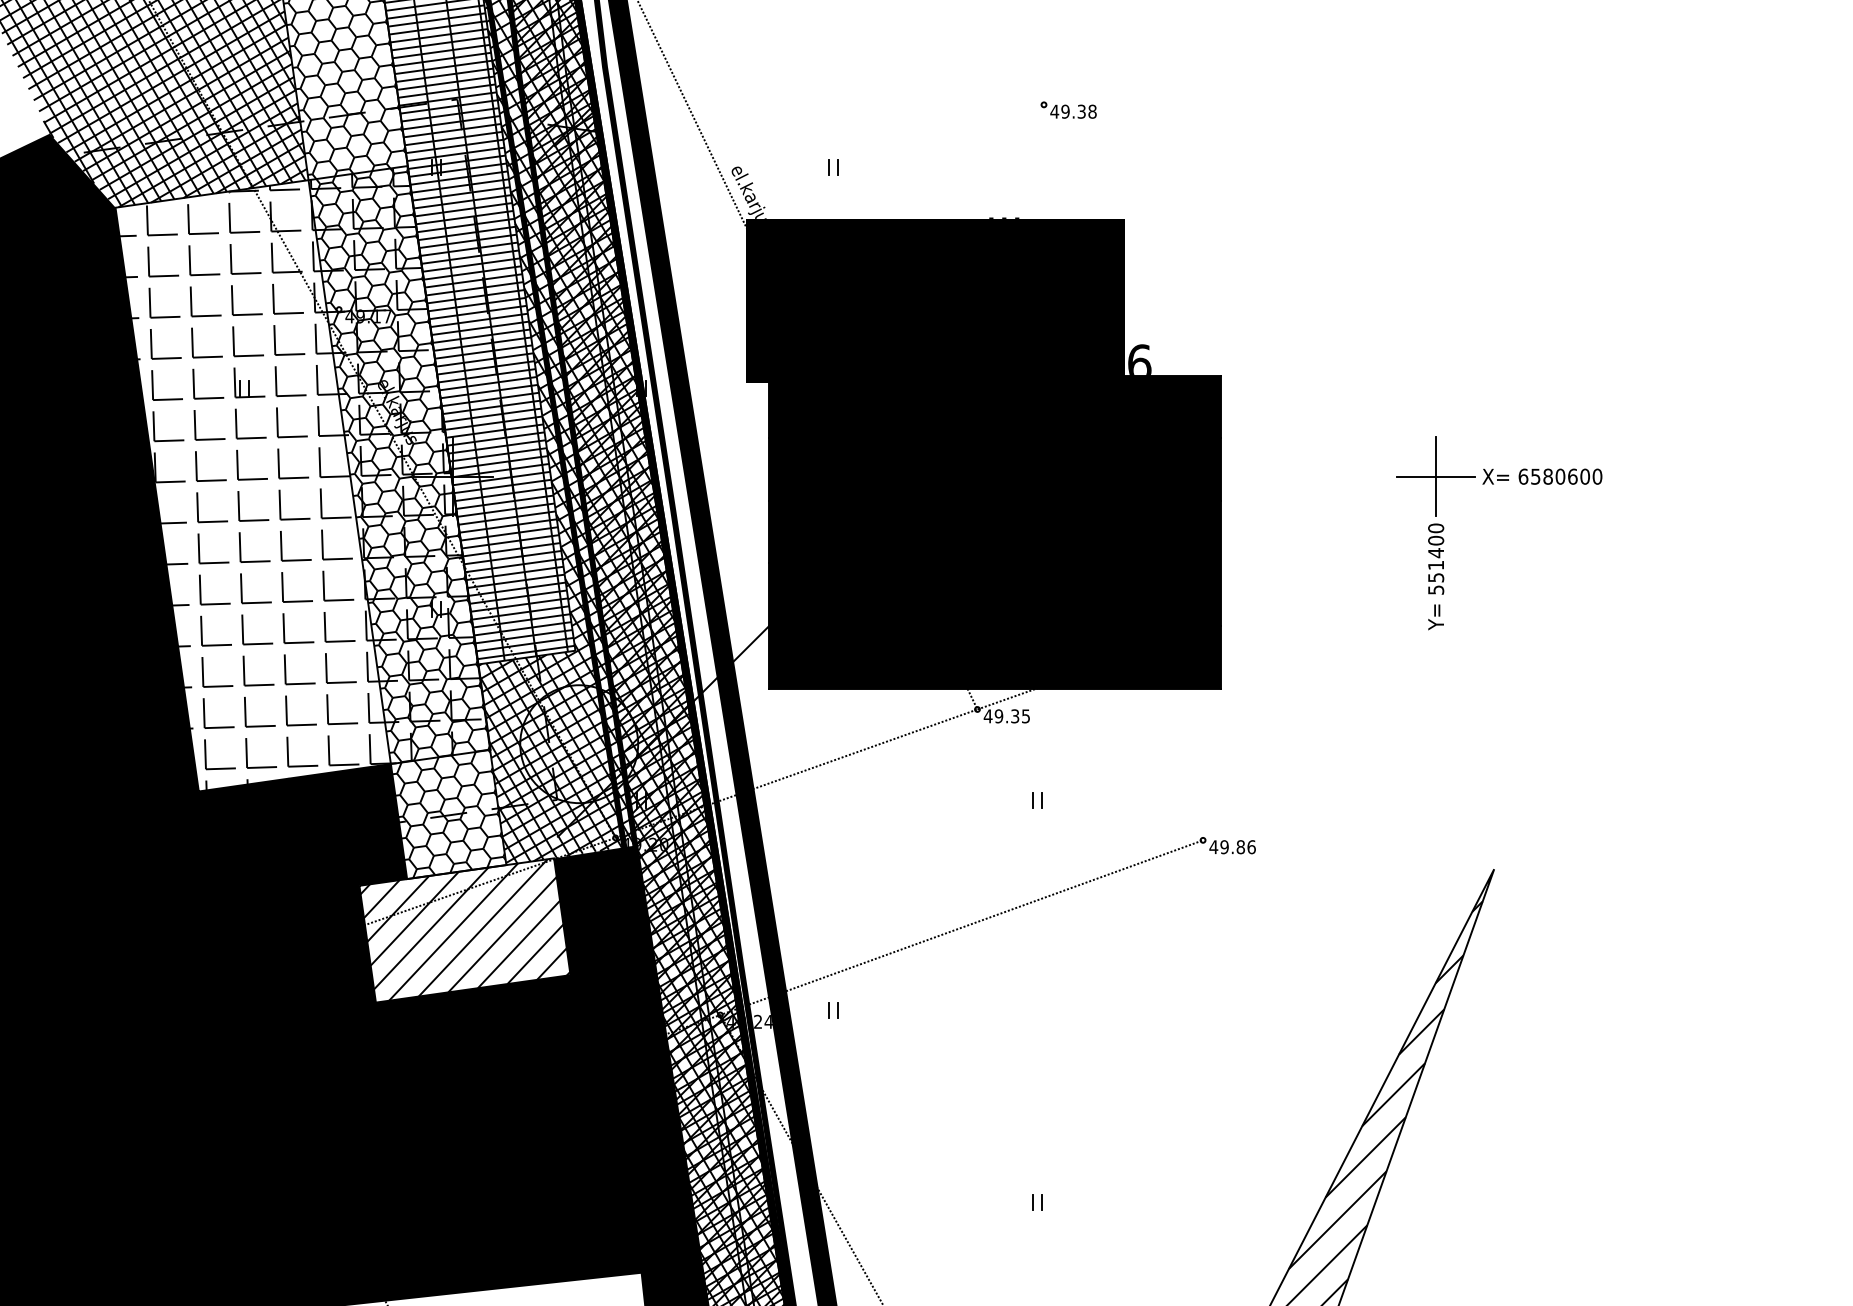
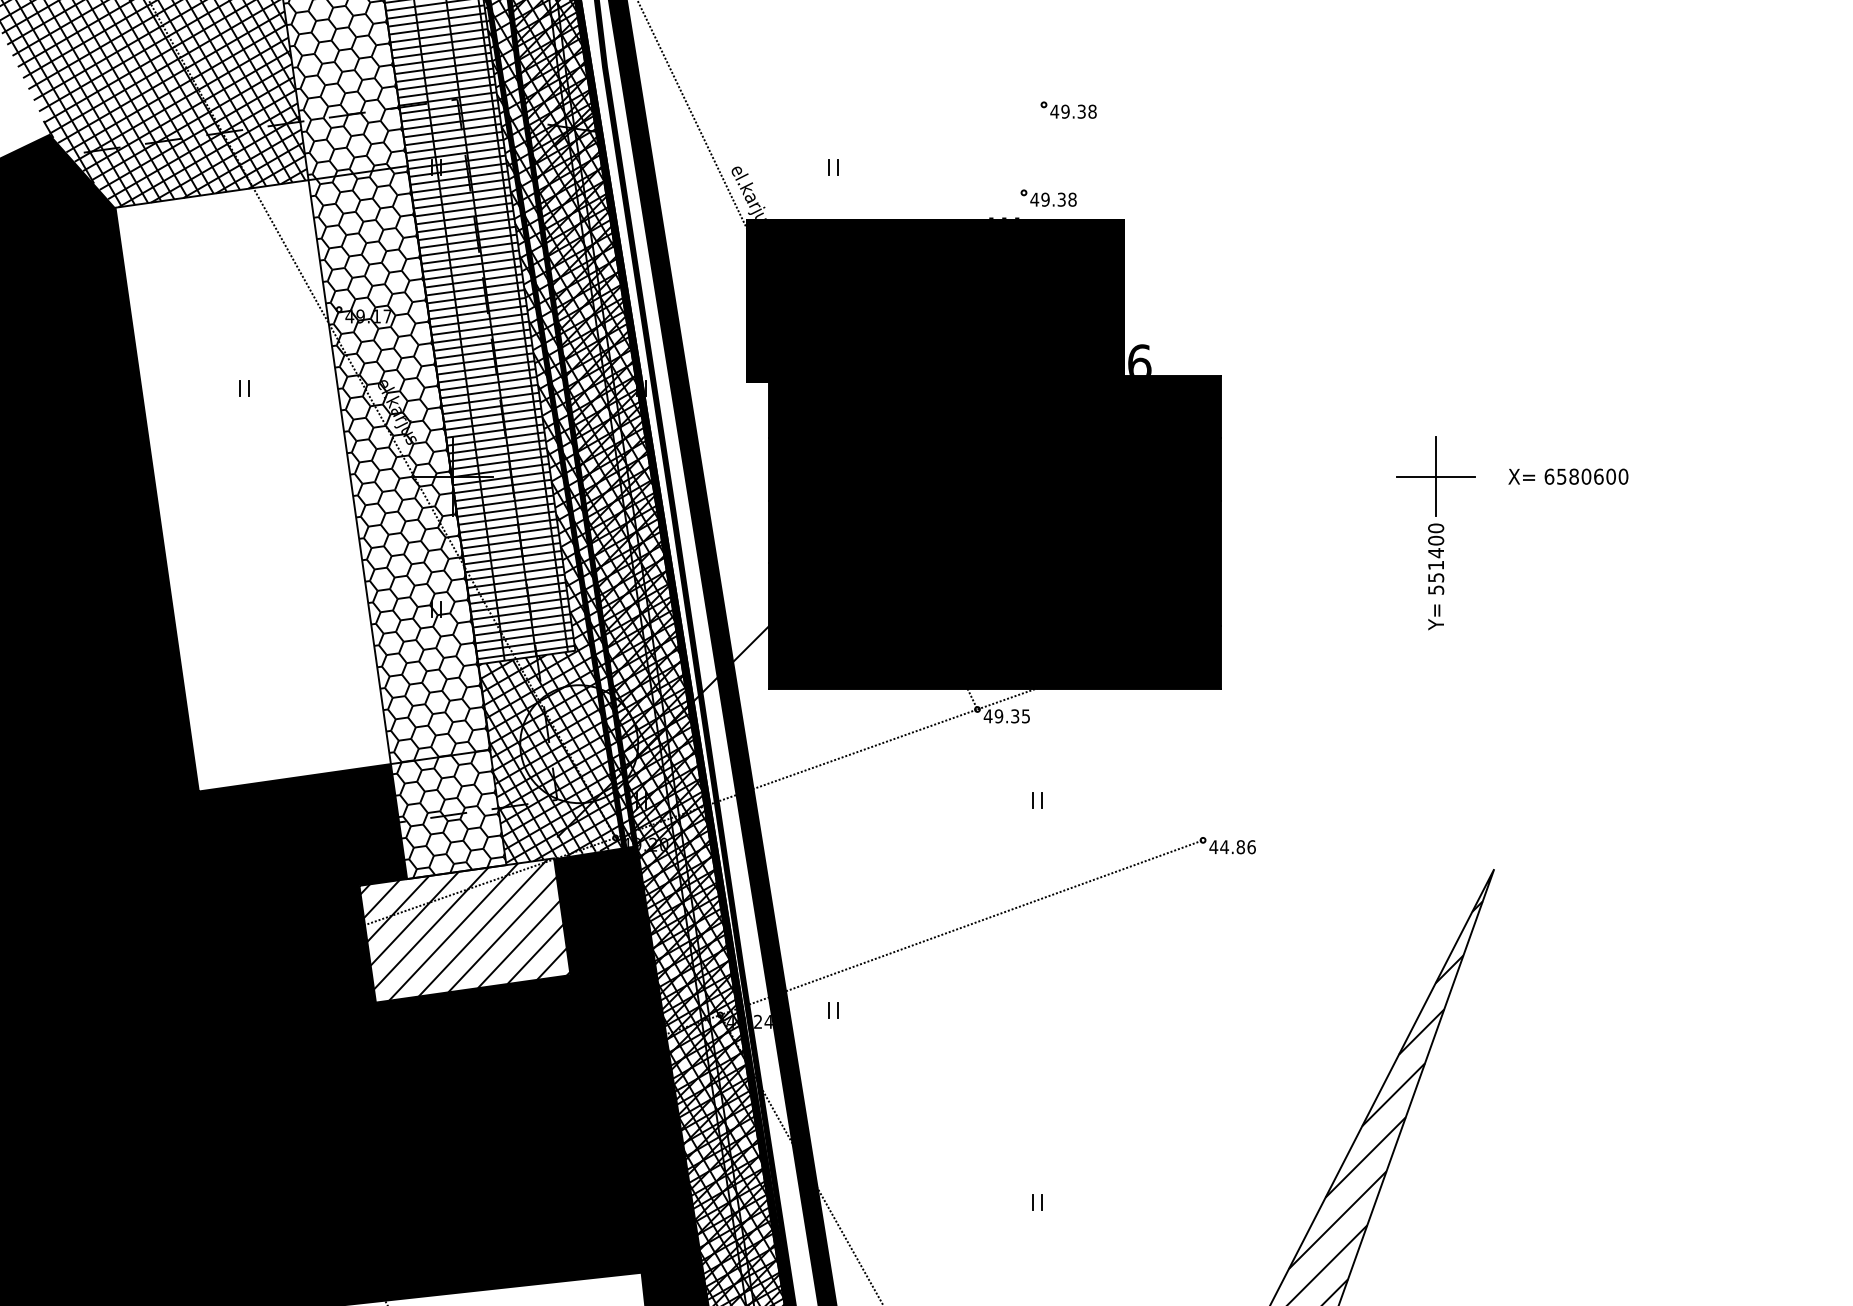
part at (1048, 197): none -> present
text at (1542, 476) position: (1542, 476) -> (1568, 476)
hatch at (300, 479): present -> none
text at (1224, 847): 49.86 -> 44.86
